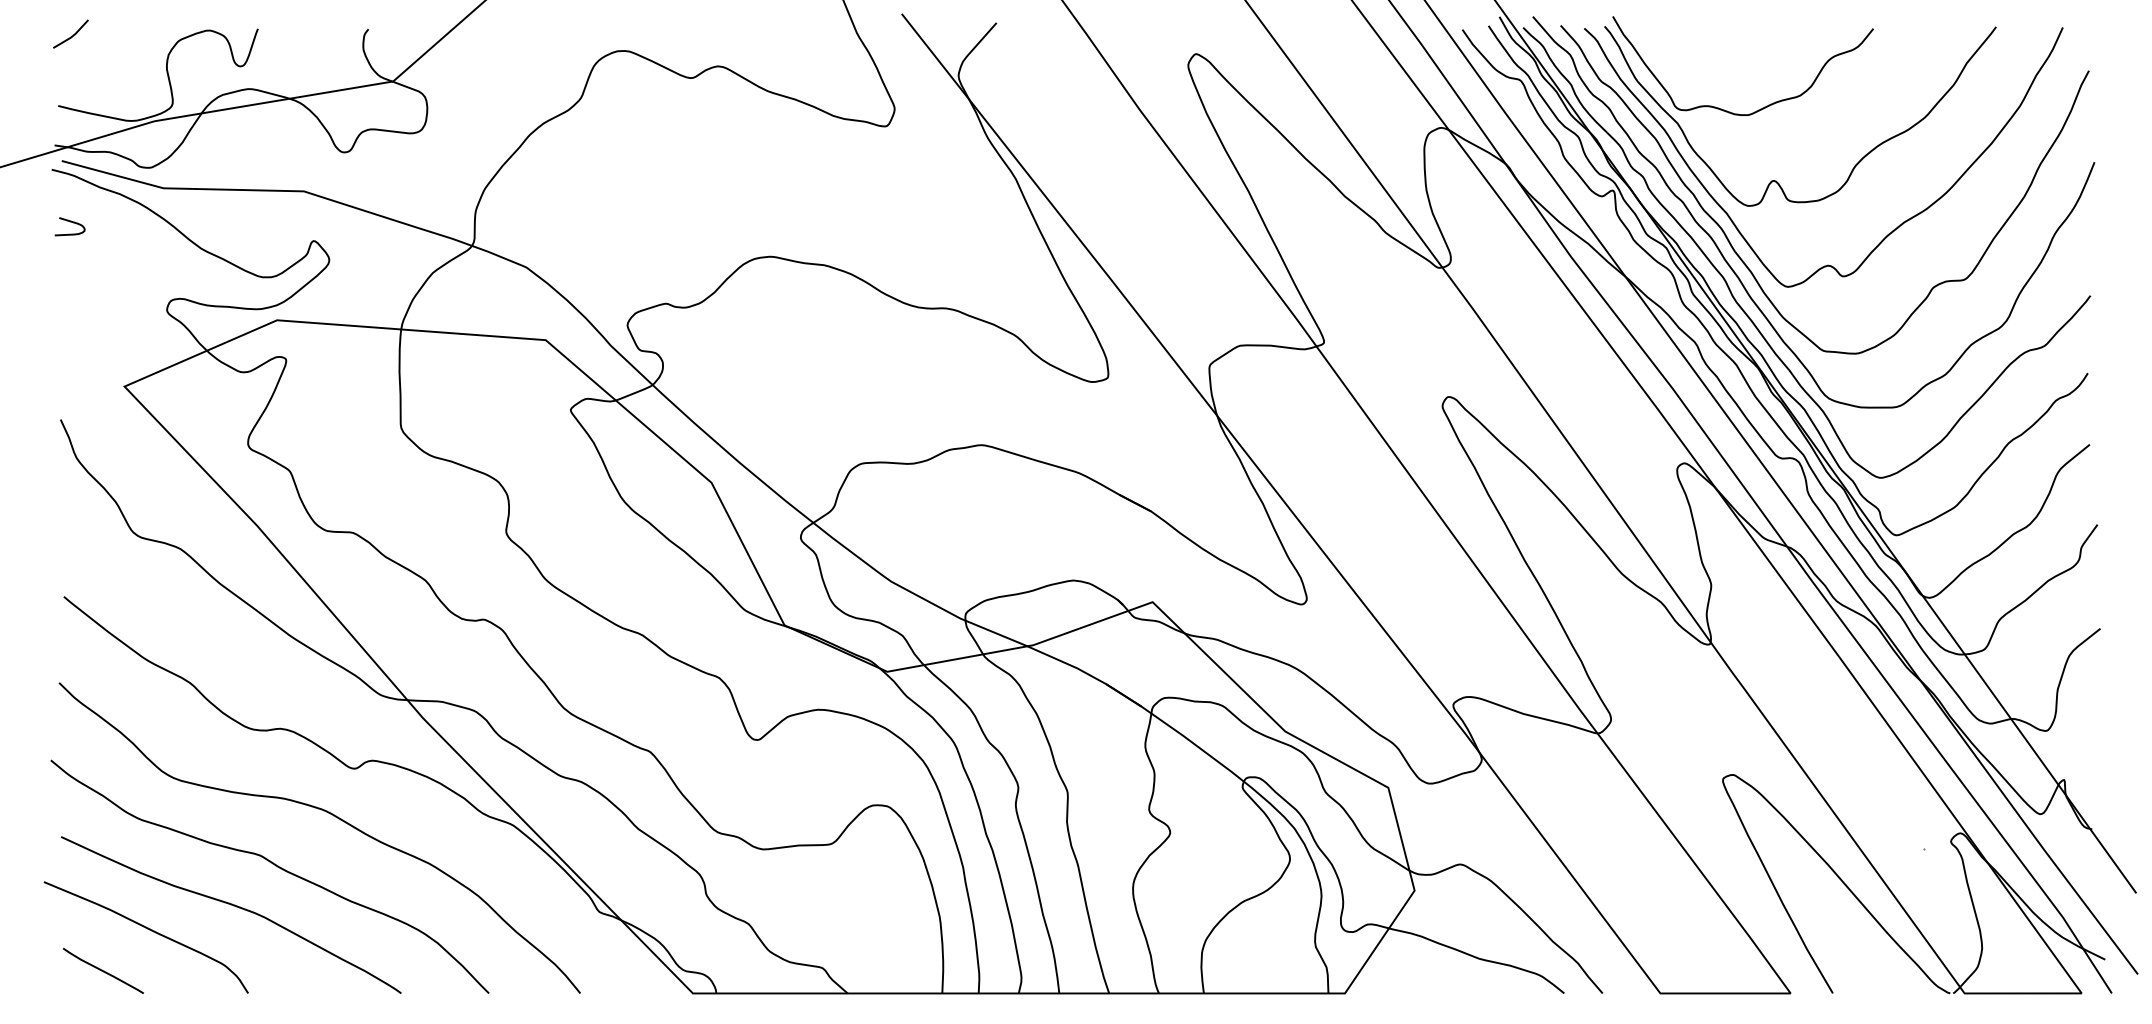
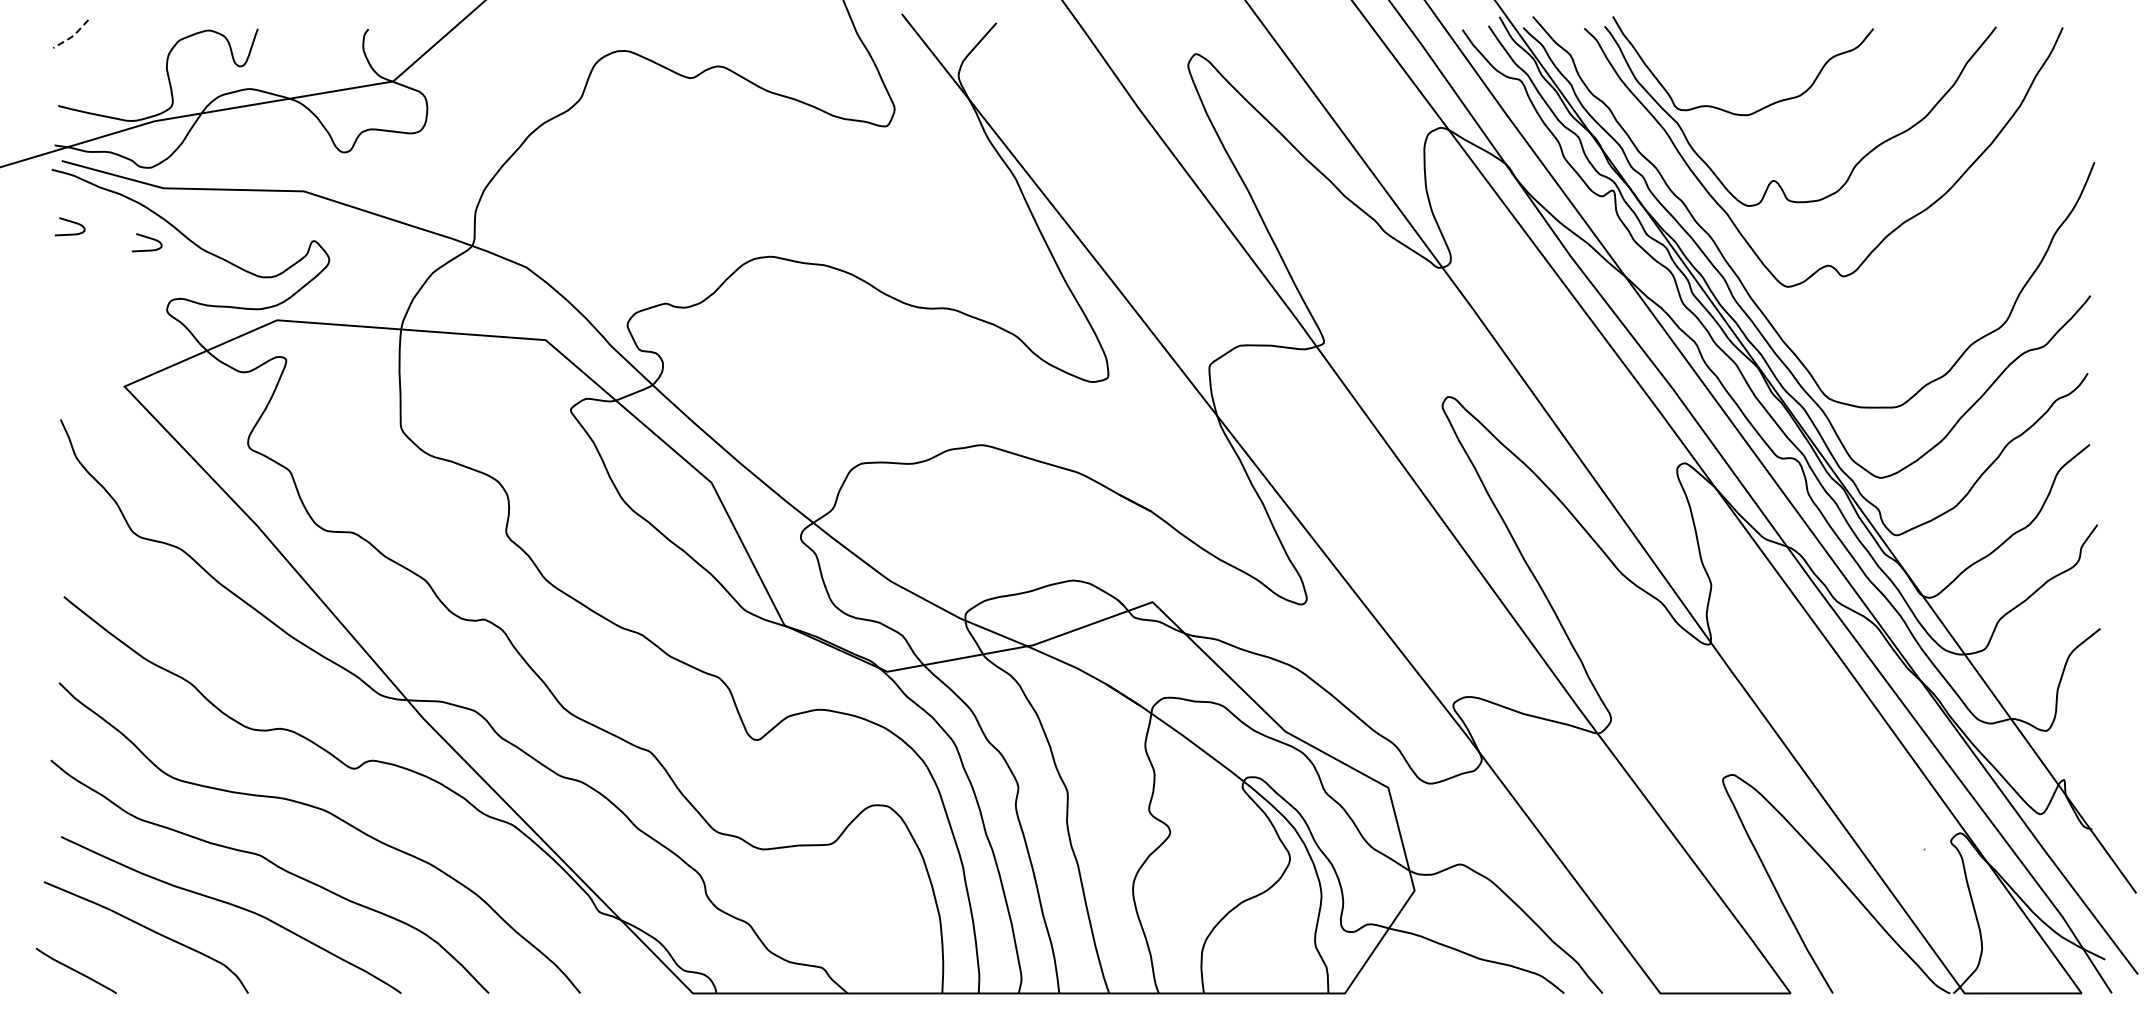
line at (72, 36): solid -> dashed
curve at (147, 238): none -> present
curve at (1740, 256): present -> none
curve at (103, 970) position: (103, 970) -> (76, 970)
